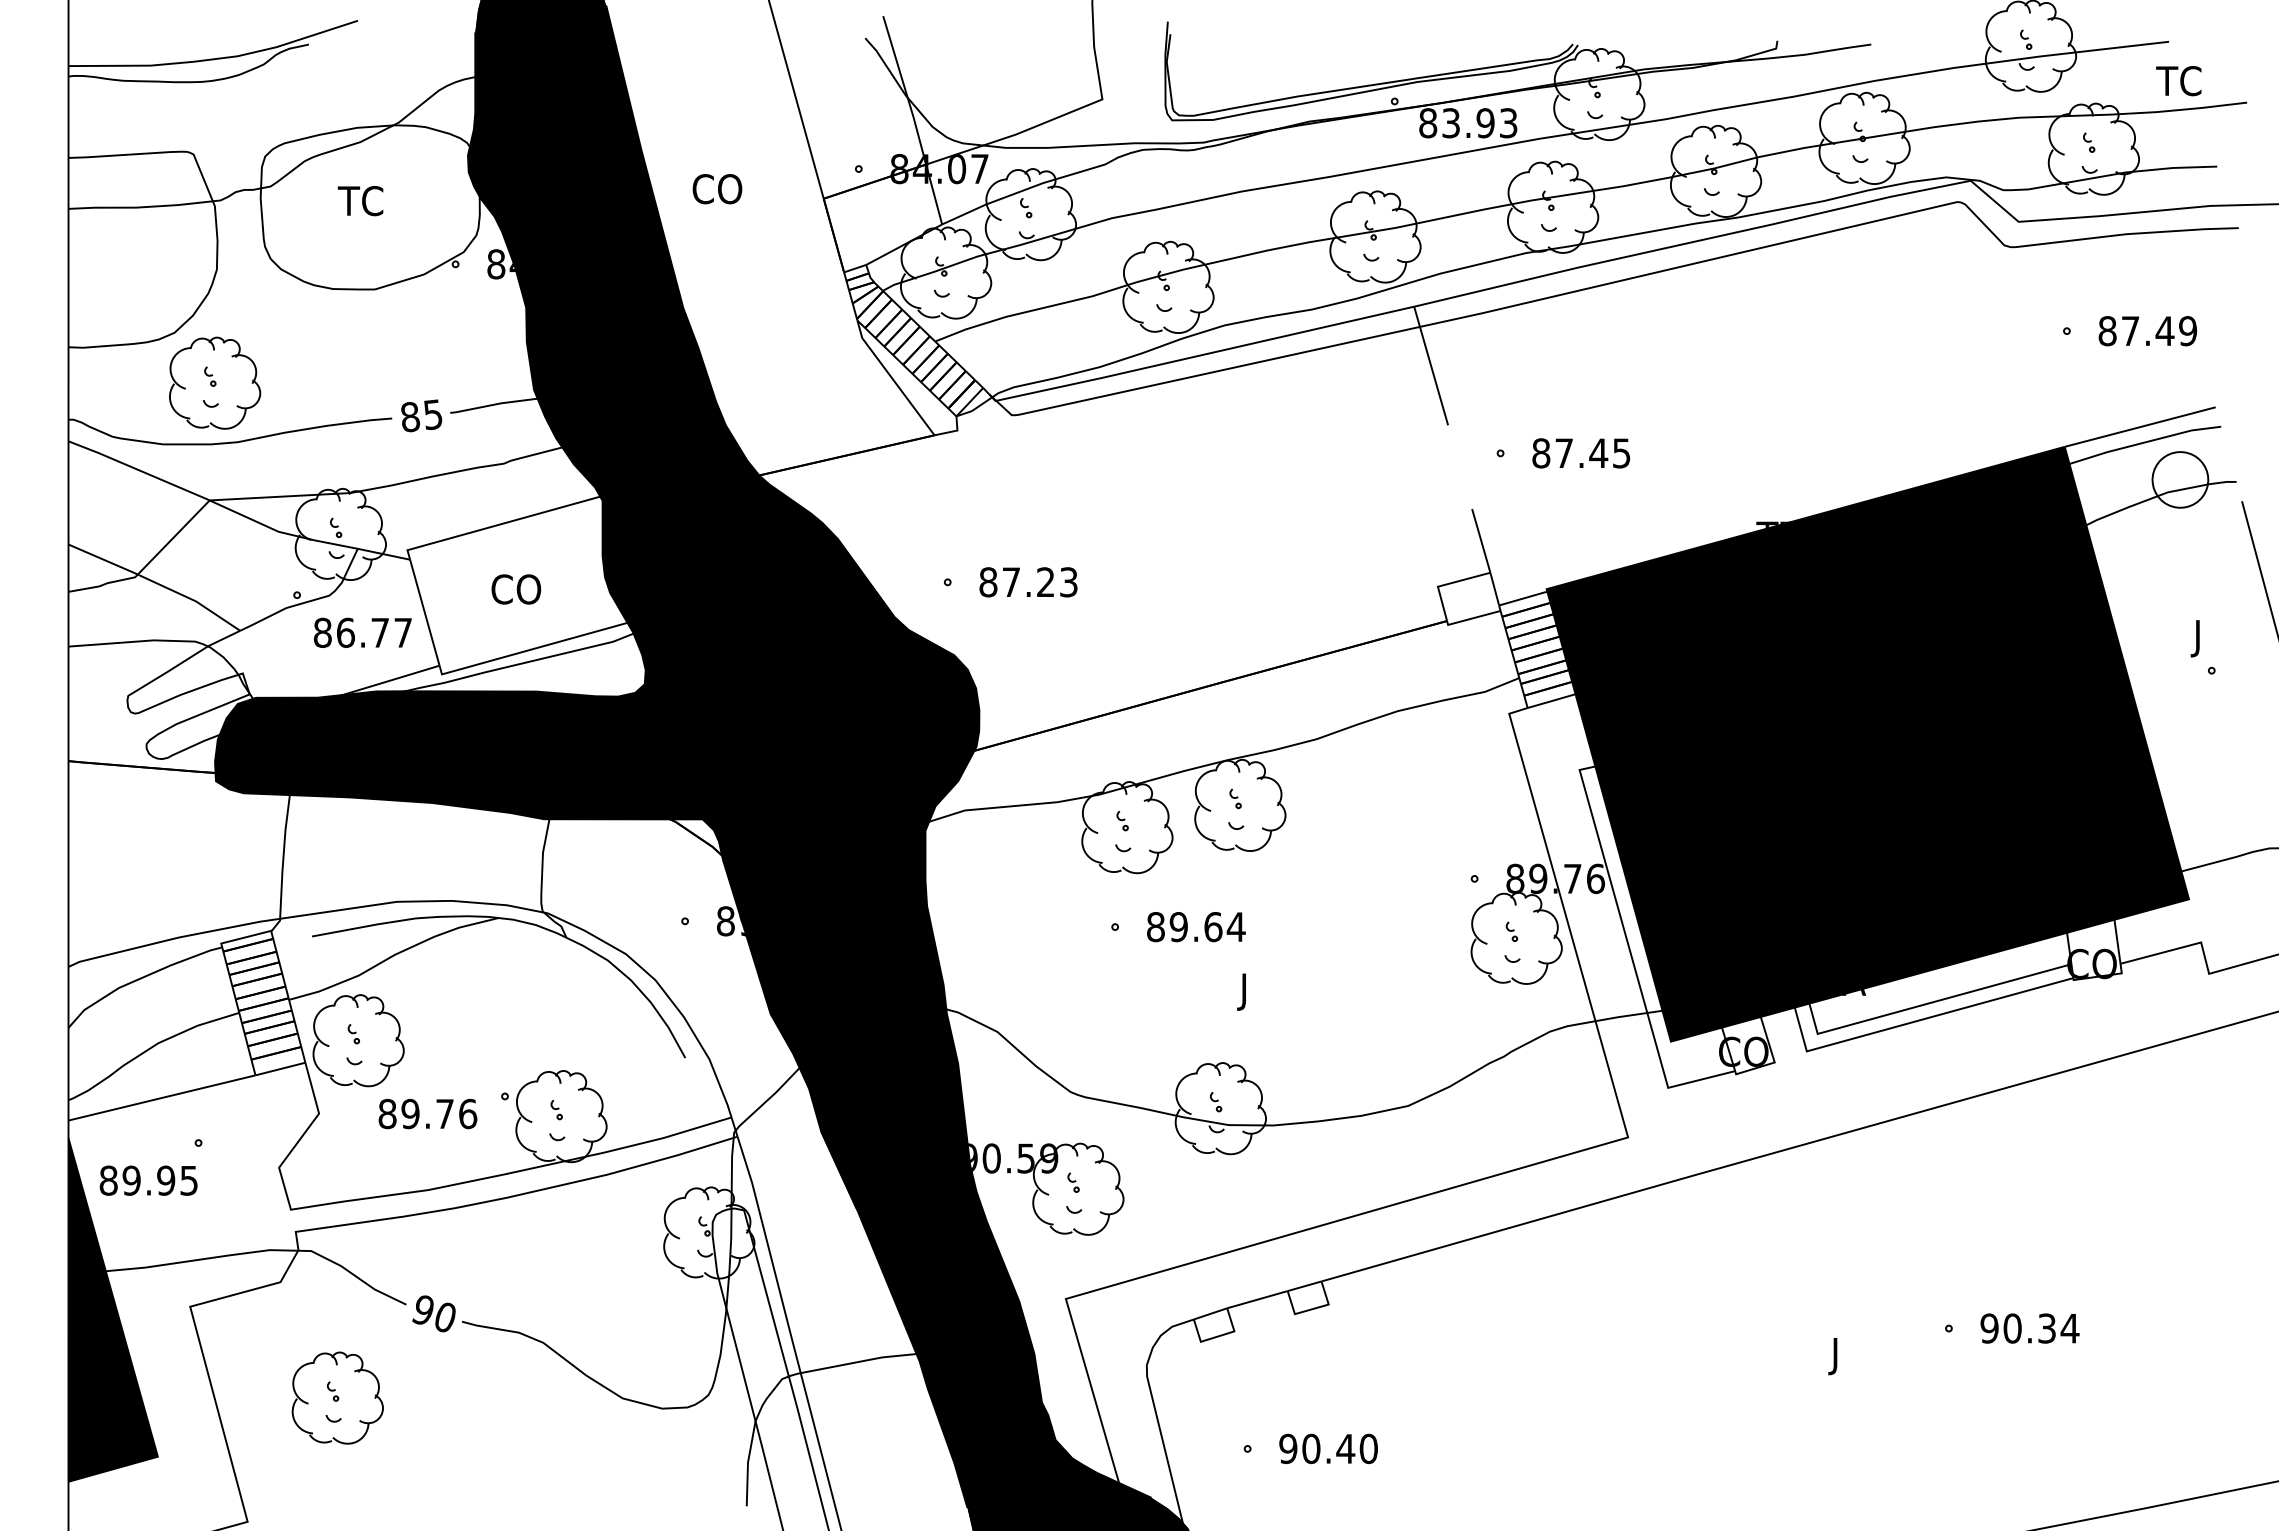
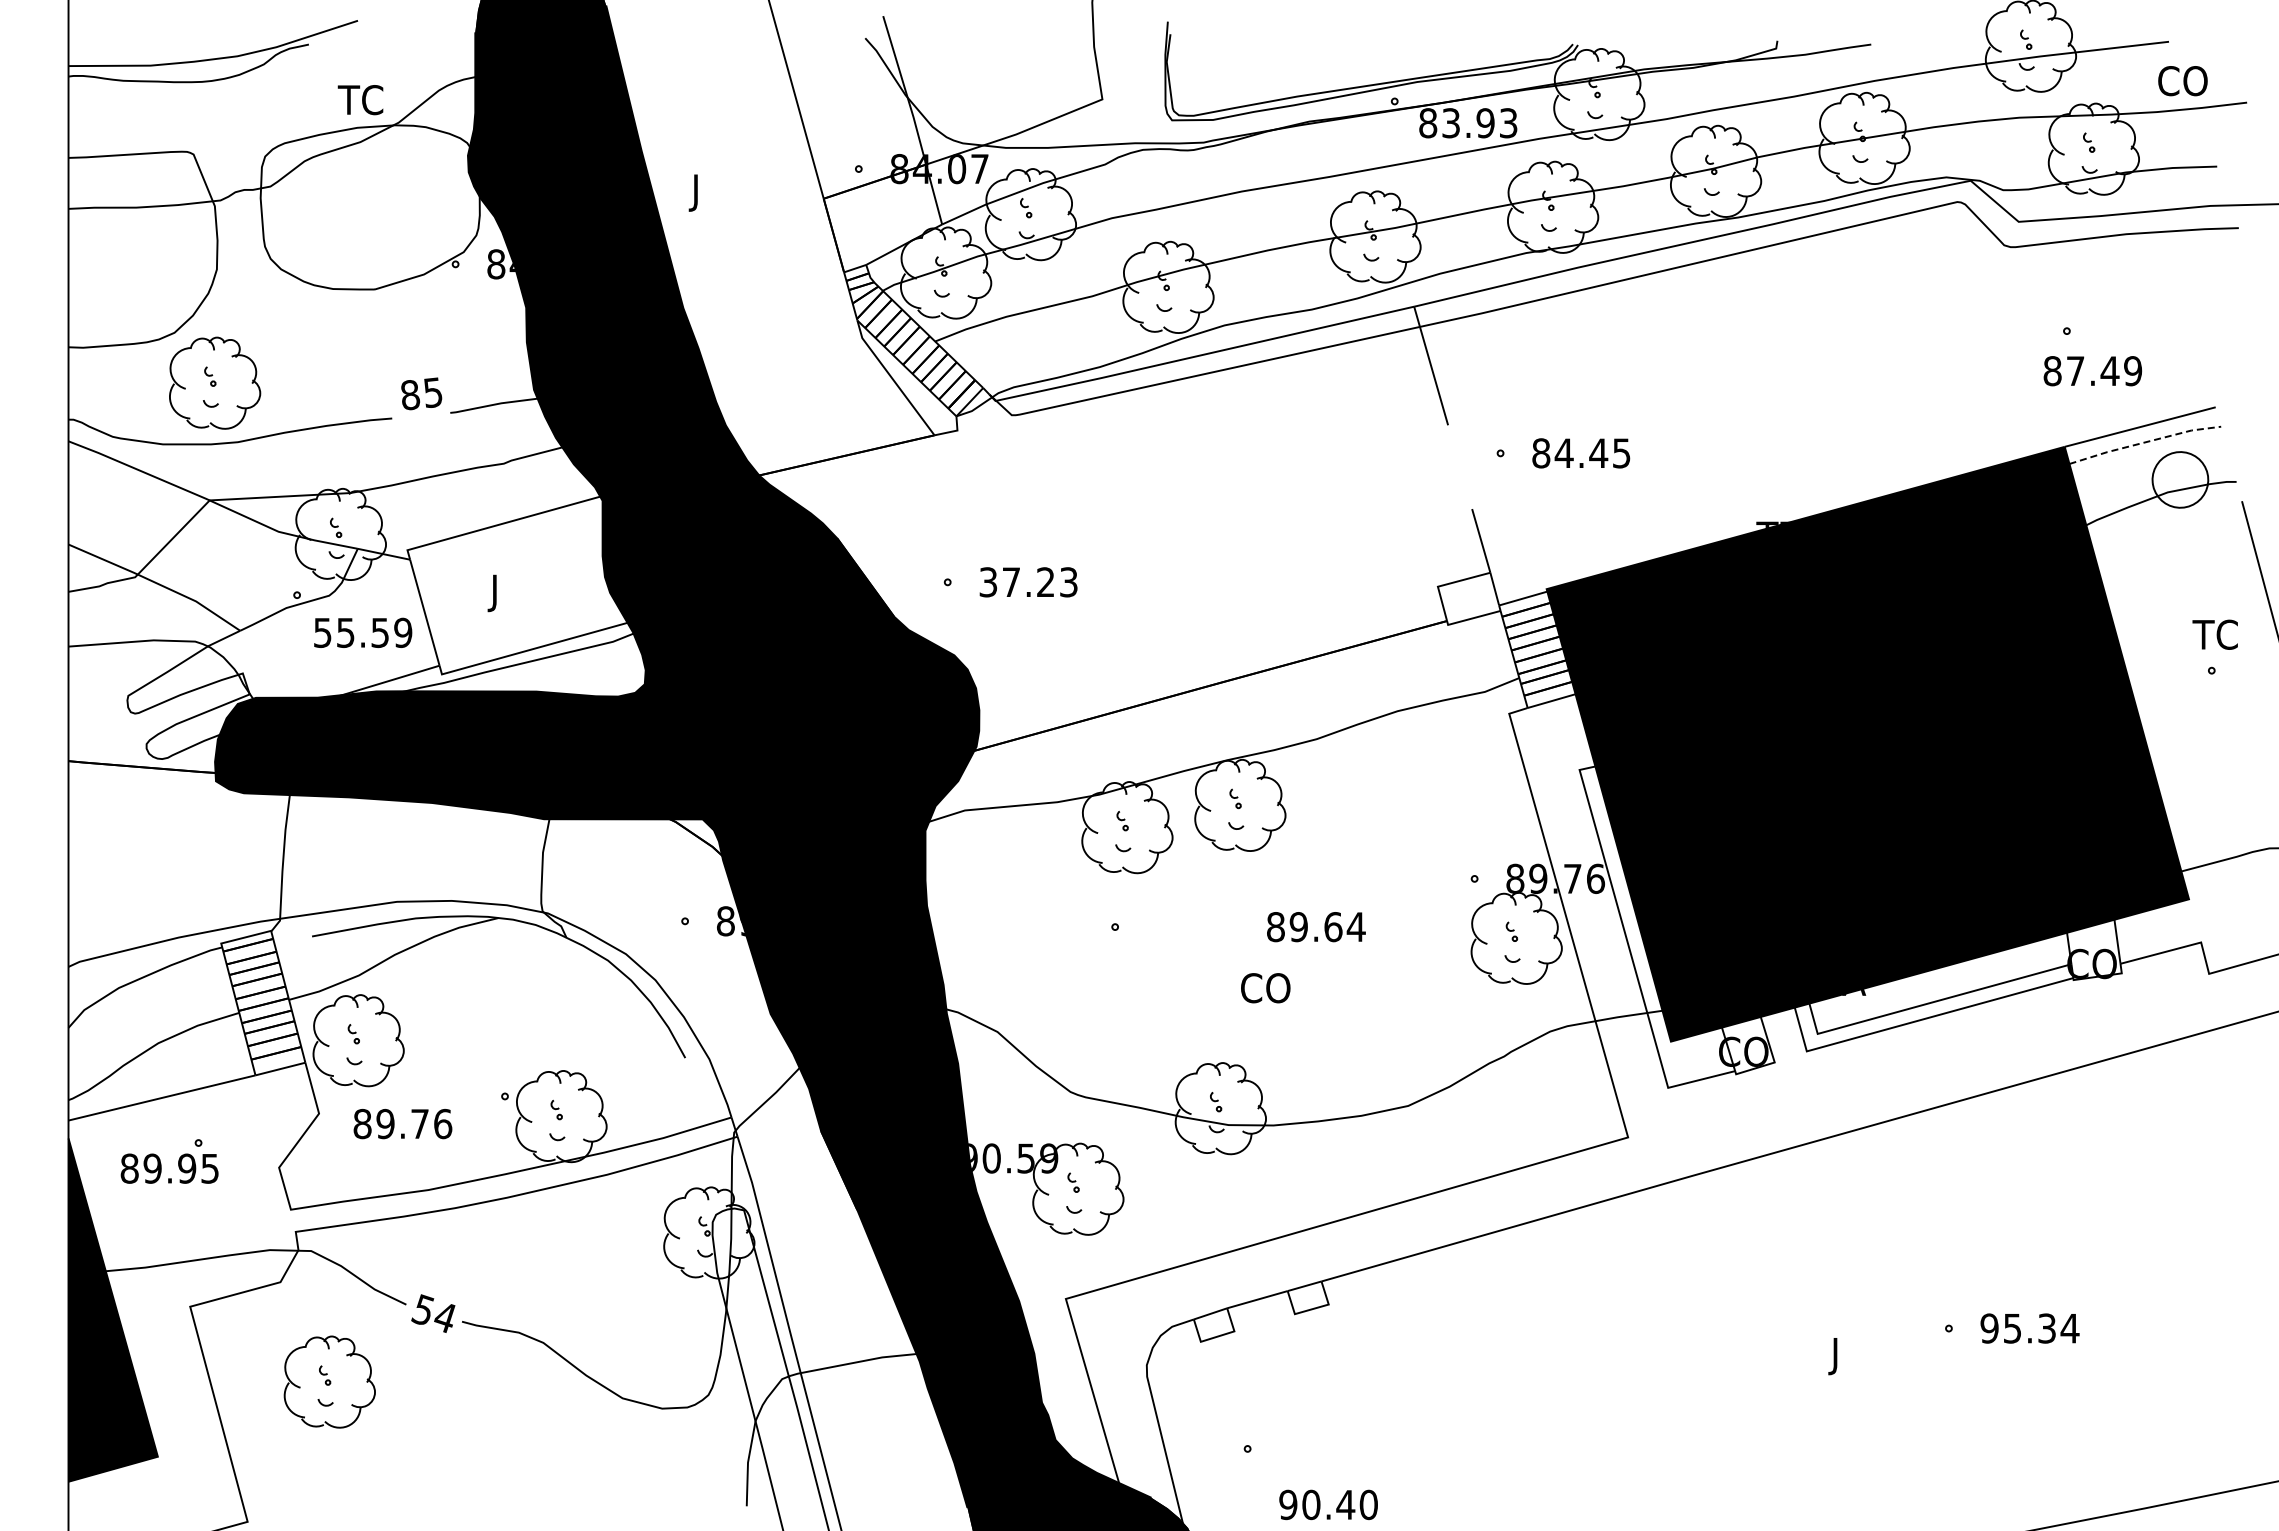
text at (2181, 81): TC -> CO
text at (715, 192): CO -> J
text at (360, 201) position: (360, 201) -> (360, 100)
text at (2147, 331) position: (2147, 331) -> (2092, 371)
text at (421, 415) position: (421, 415) -> (421, 393)
line at (2144, 442): solid -> dashed
text at (1563, 452): 87.45 -> 84.45
text at (988, 582): 87.23 -> 37.23
text at (514, 593): CO -> J
text at (362, 632): 86.77 -> 55.59
text at (2213, 638): J -> TC
text at (1196, 927) position: (1196, 927) -> (1316, 927)
text at (1263, 991): J -> CO
text at (427, 1114) position: (427, 1114) -> (402, 1124)
text at (148, 1180) position: (148, 1180) -> (169, 1168)
text at (433, 1313): 90 -> 54
text at (2012, 1328): 90.34 -> 95.34
part at (337, 1397) position: (337, 1397) -> (329, 1381)
text at (1328, 1448) position: (1328, 1448) -> (1328, 1504)
